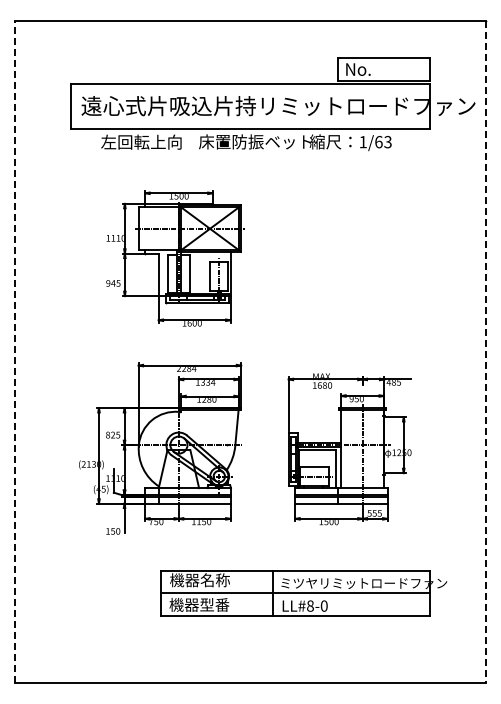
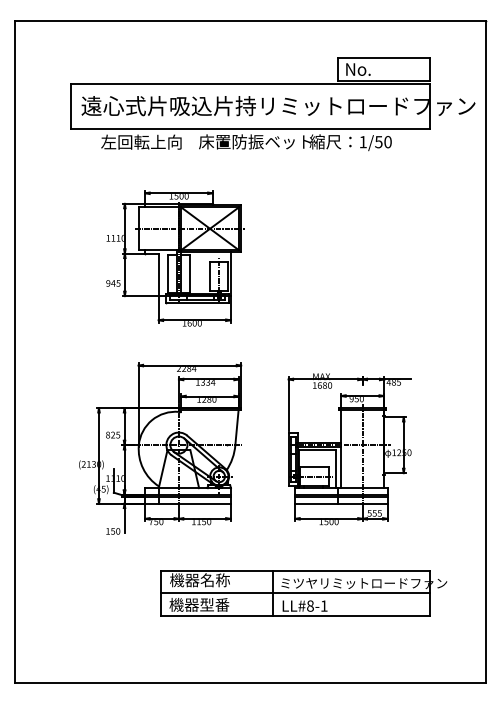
text at (383, 142): 1/63 -> 1/50
line at (14, 352): dashed -> solid
line at (486, 352): dashed -> solid
text at (323, 605): LL#8-0 -> LL#8-1
